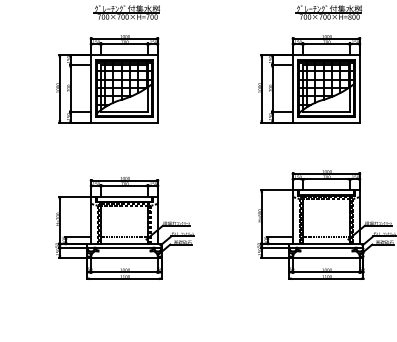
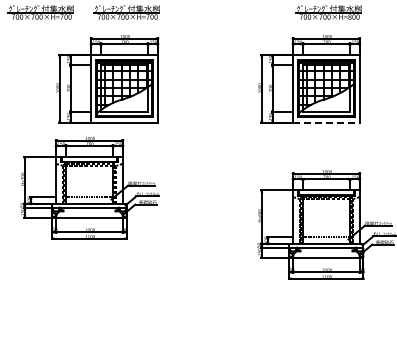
part at (40, 12): none -> present
line at (326, 122): solid -> dashed
part at (124, 228) position: (124, 228) -> (89, 188)
